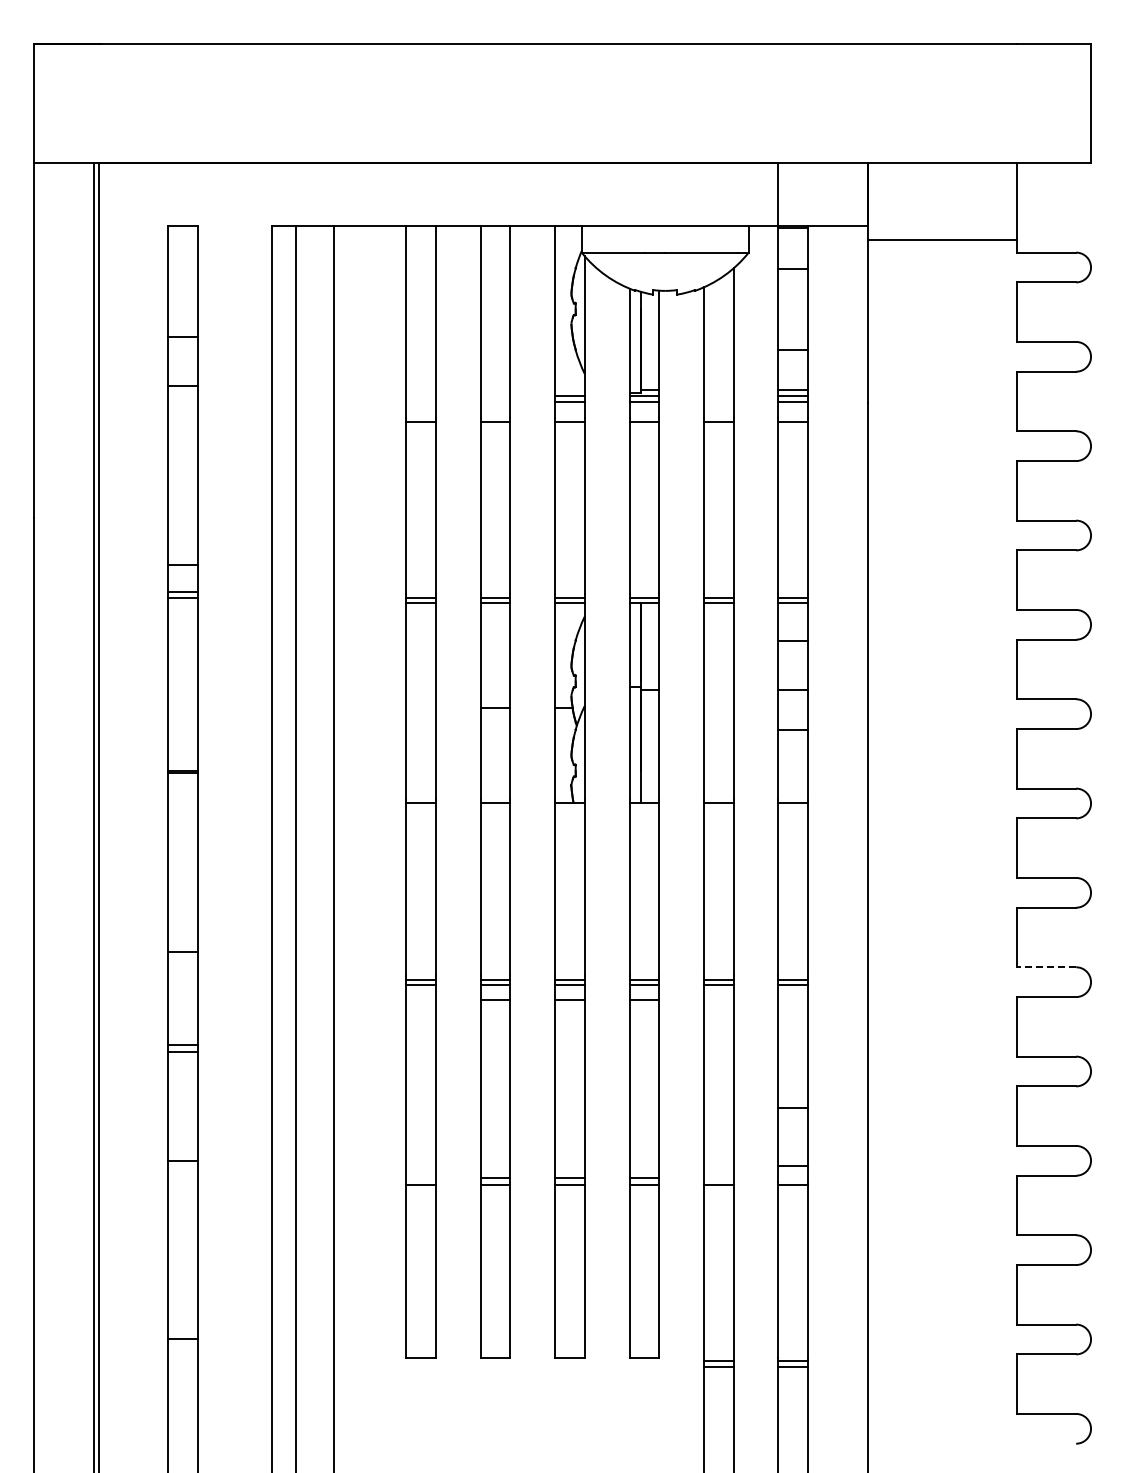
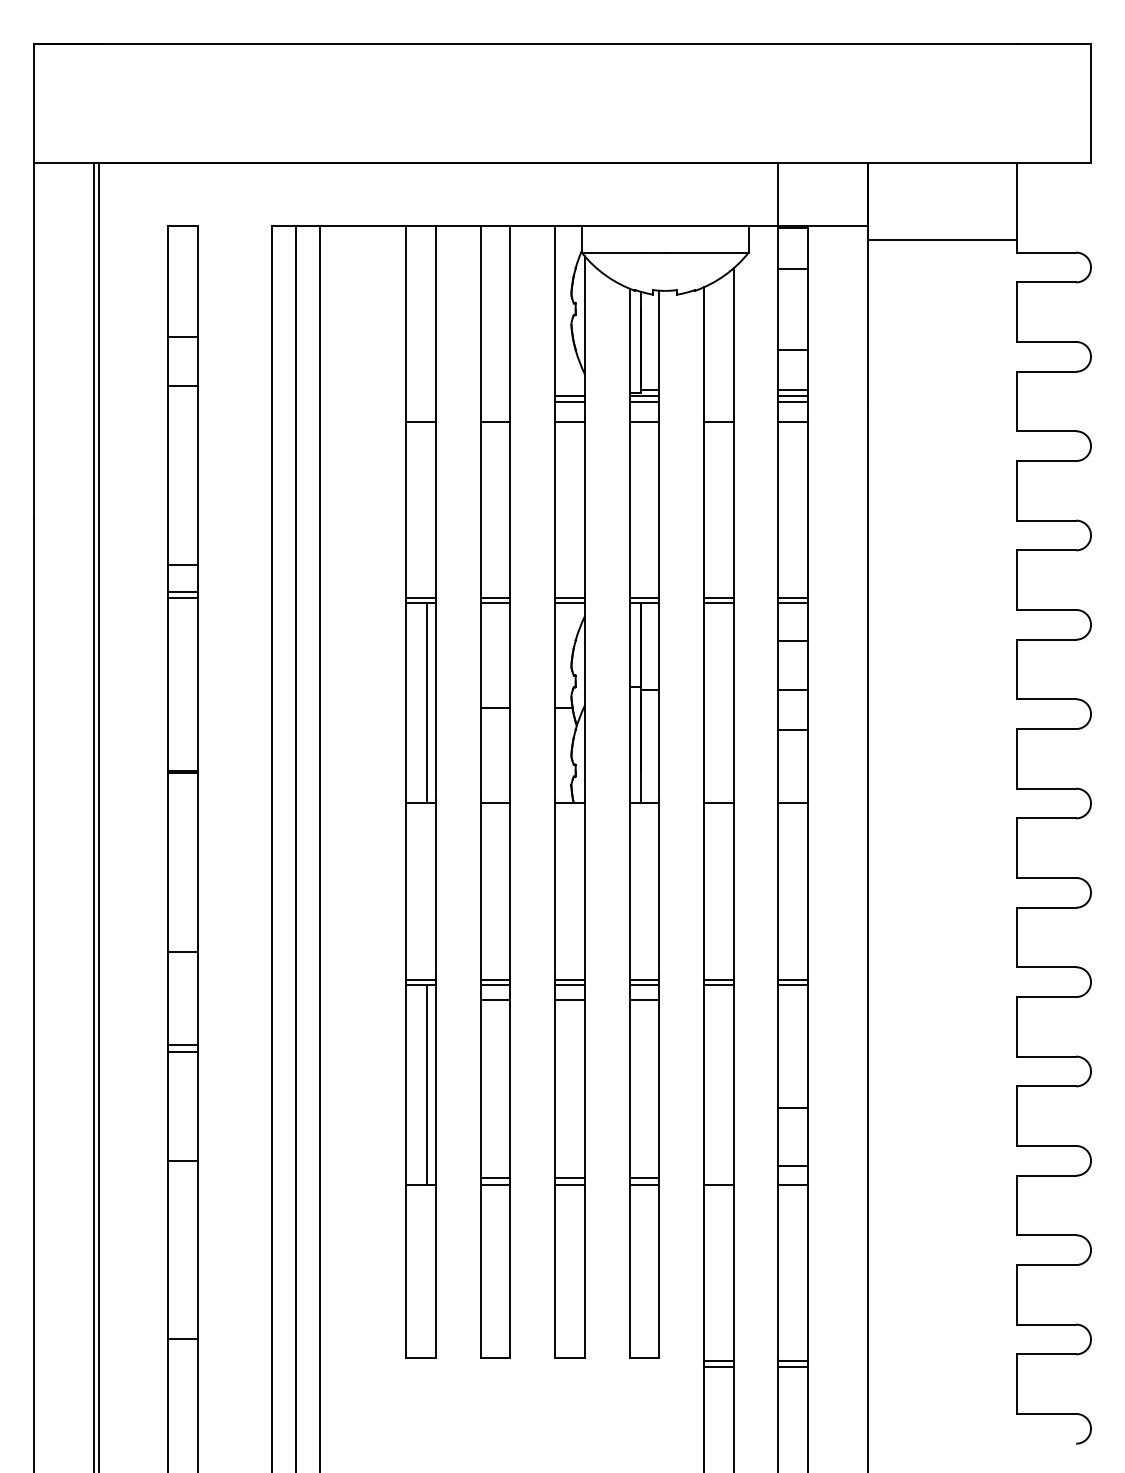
line at (427, 703): none -> present
line at (333, 847) position: (333, 847) -> (319, 847)
line at (1046, 967): dashed -> solid
line at (427, 1085): none -> present
